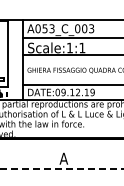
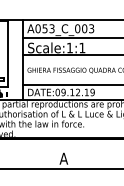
line at (62, 168): dashed -> solid
